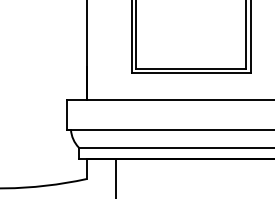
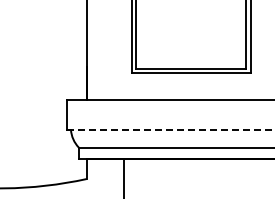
line at (170, 129): solid -> dashed
line at (116, 177) position: (116, 177) -> (124, 177)
